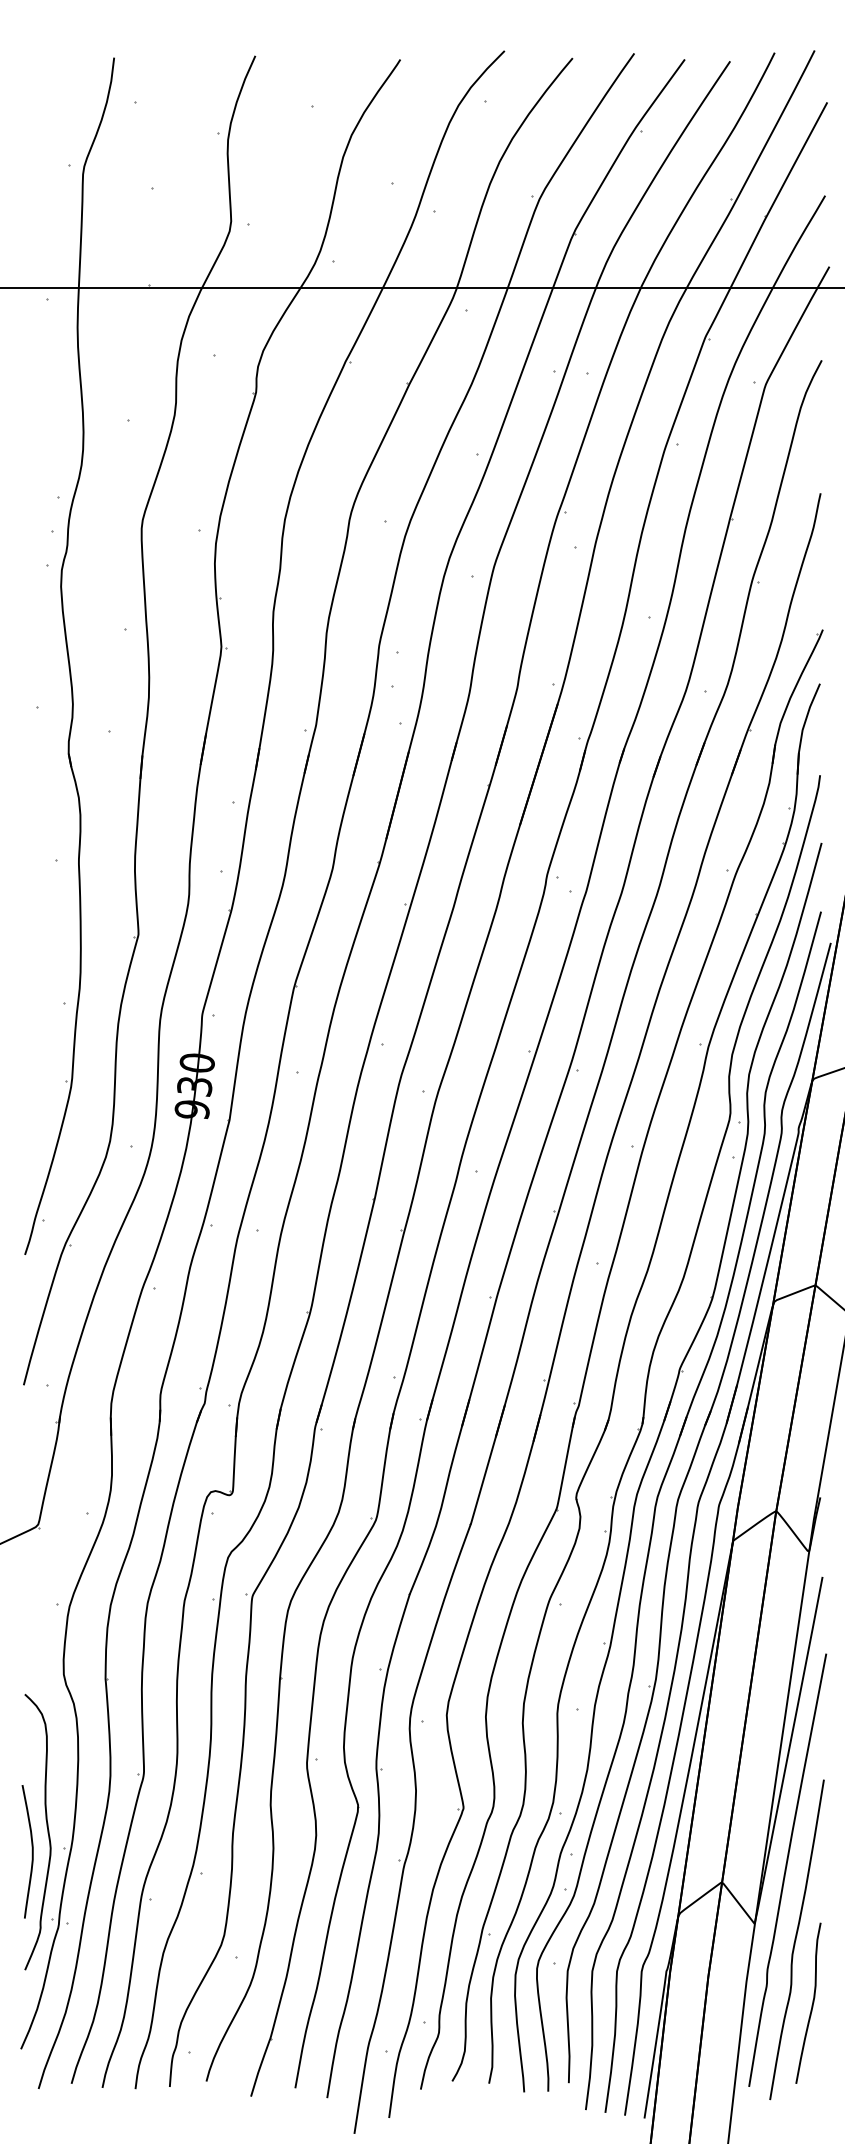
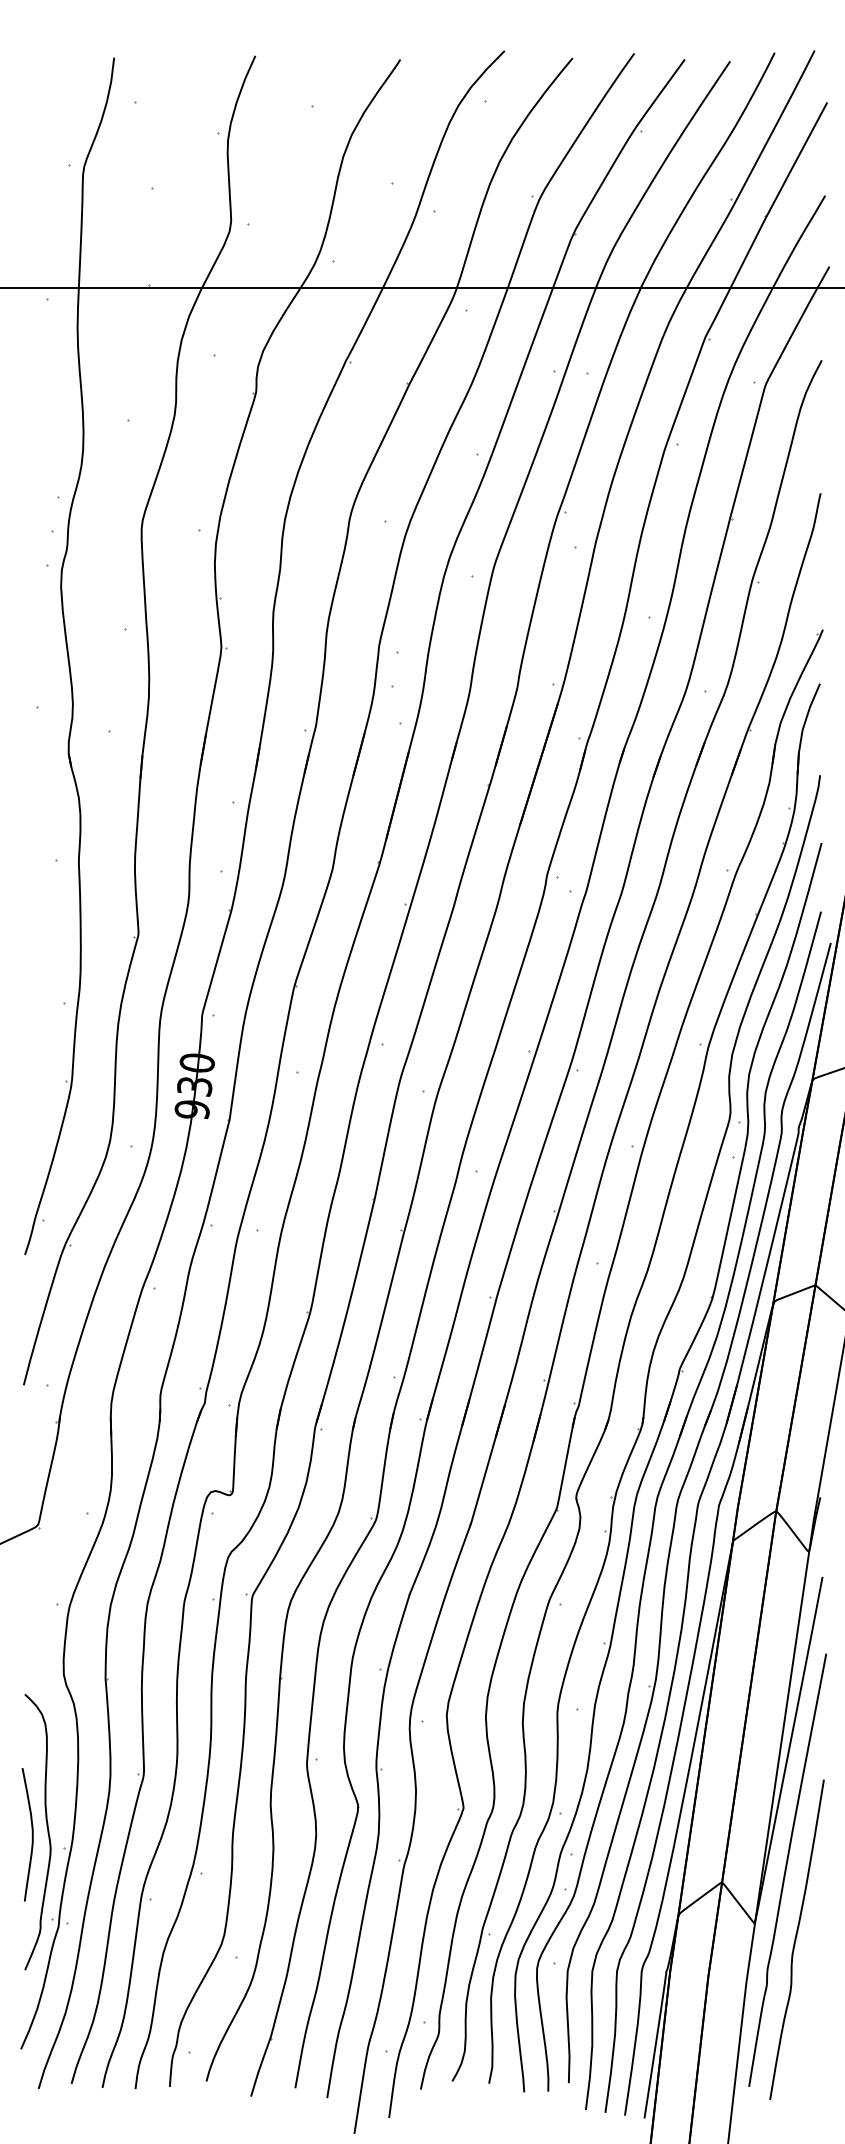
curve at (31, 1851) position: (31, 1851) -> (31, 1834)
curve at (812, 2002): present -> none
